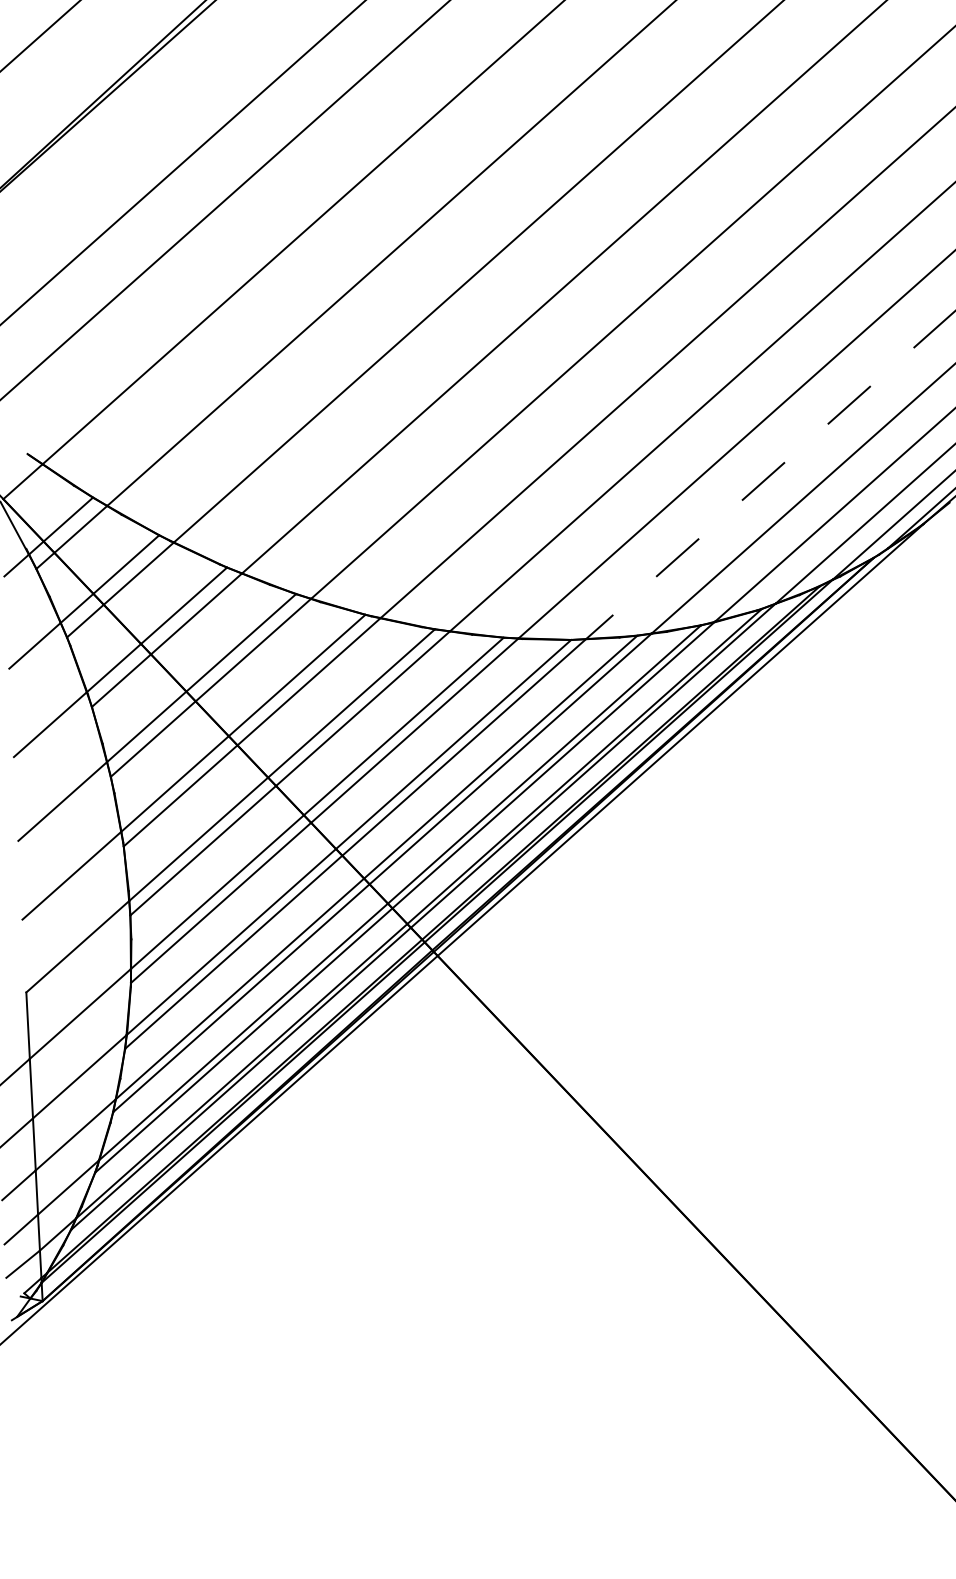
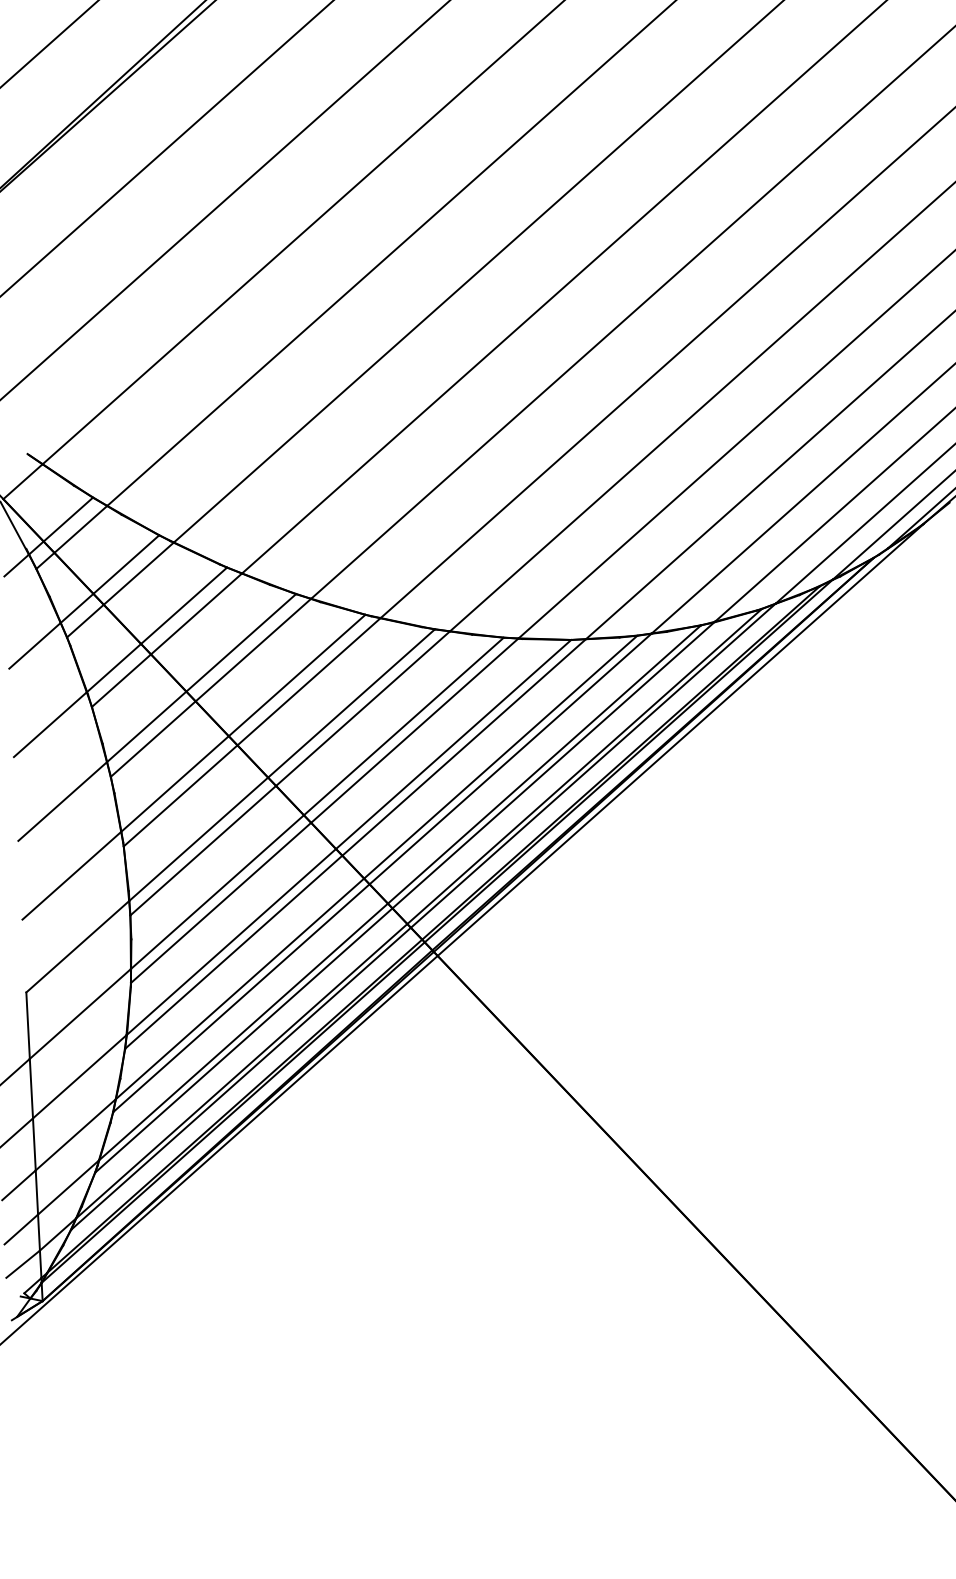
line at (40, 35) position: (40, 35) -> (49, 43)
line at (182, 162) position: (182, 162) -> (166, 148)
line at (770, 475): dashed -> solid
